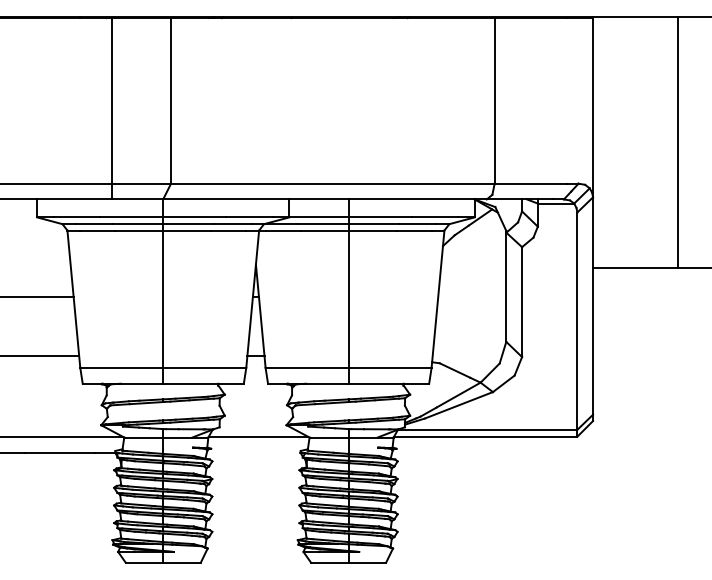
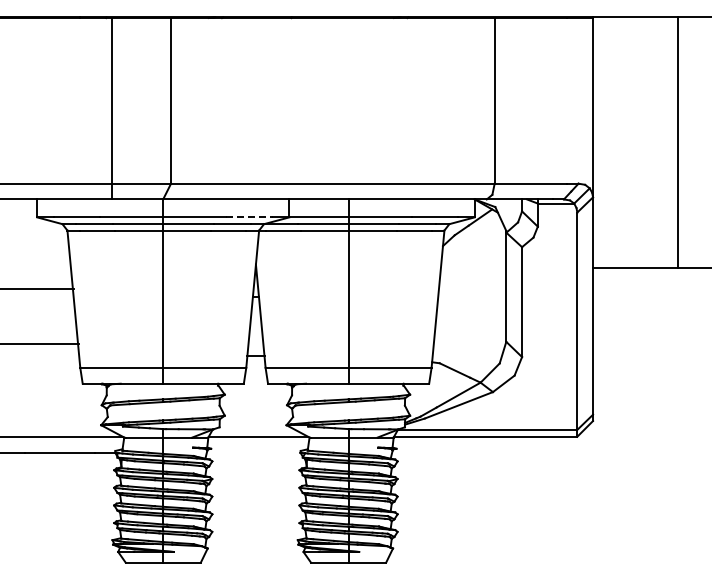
line at (249, 217): solid -> dashed
line at (37, 296) position: (37, 296) -> (37, 288)
line at (40, 356) position: (40, 356) -> (40, 344)
